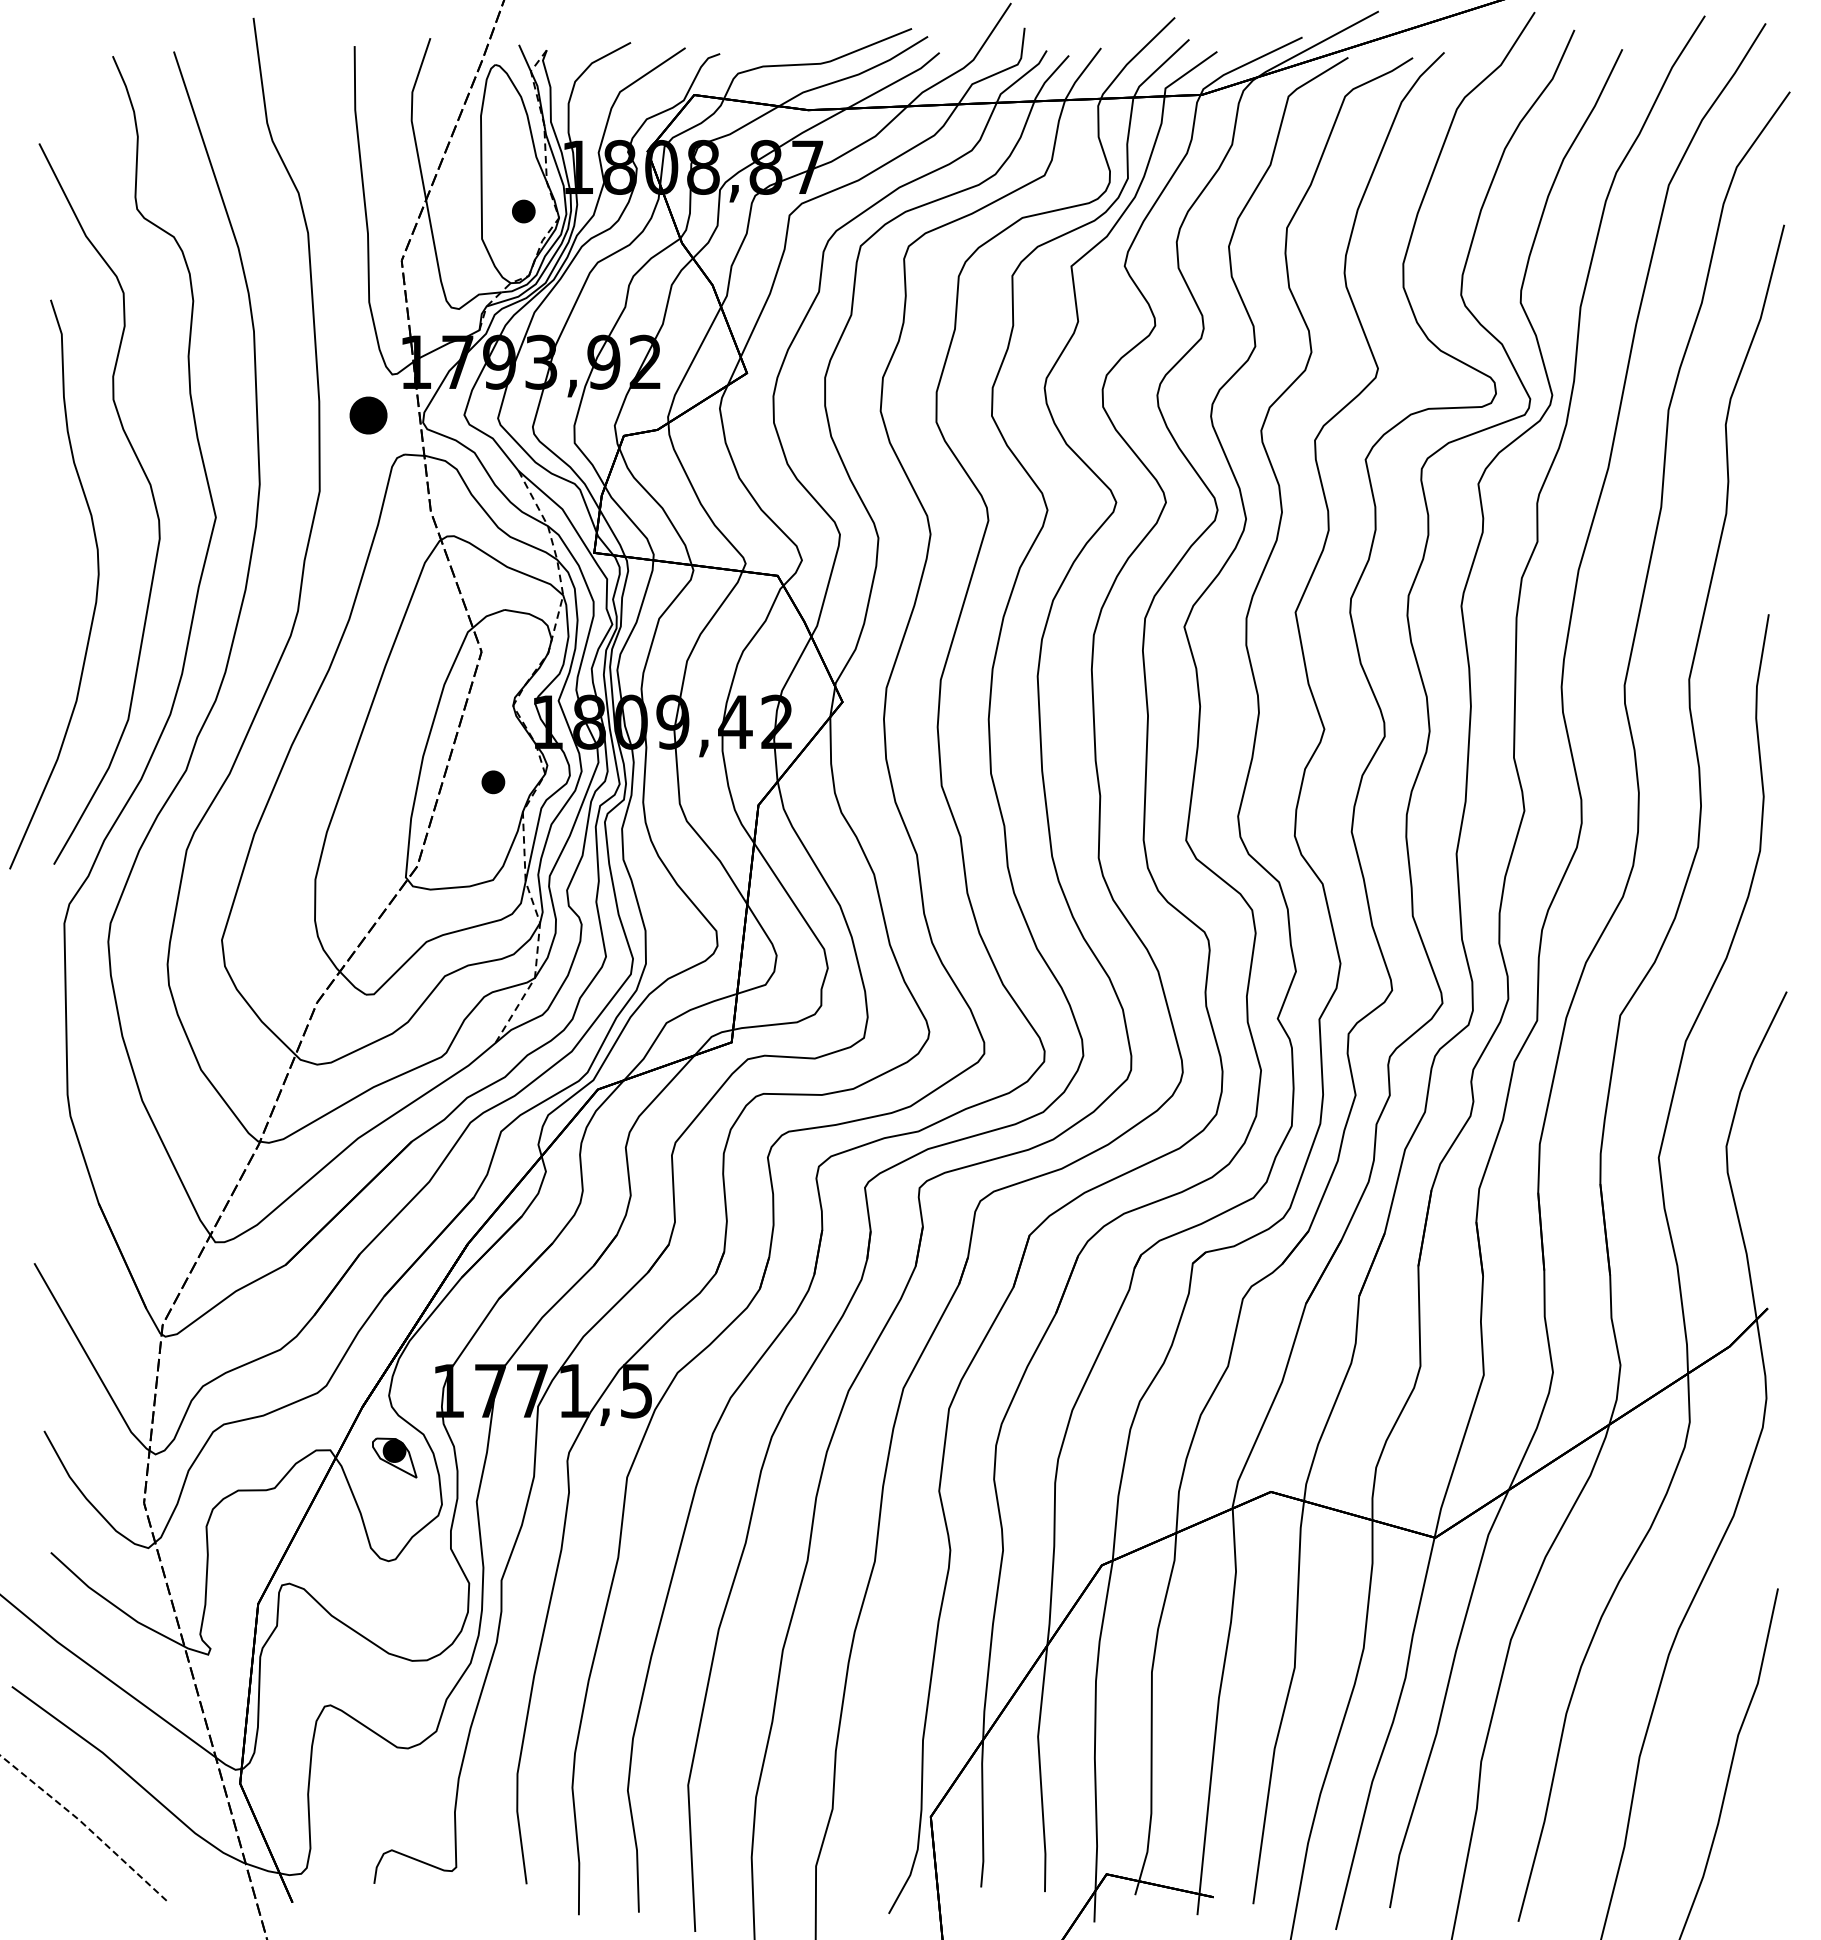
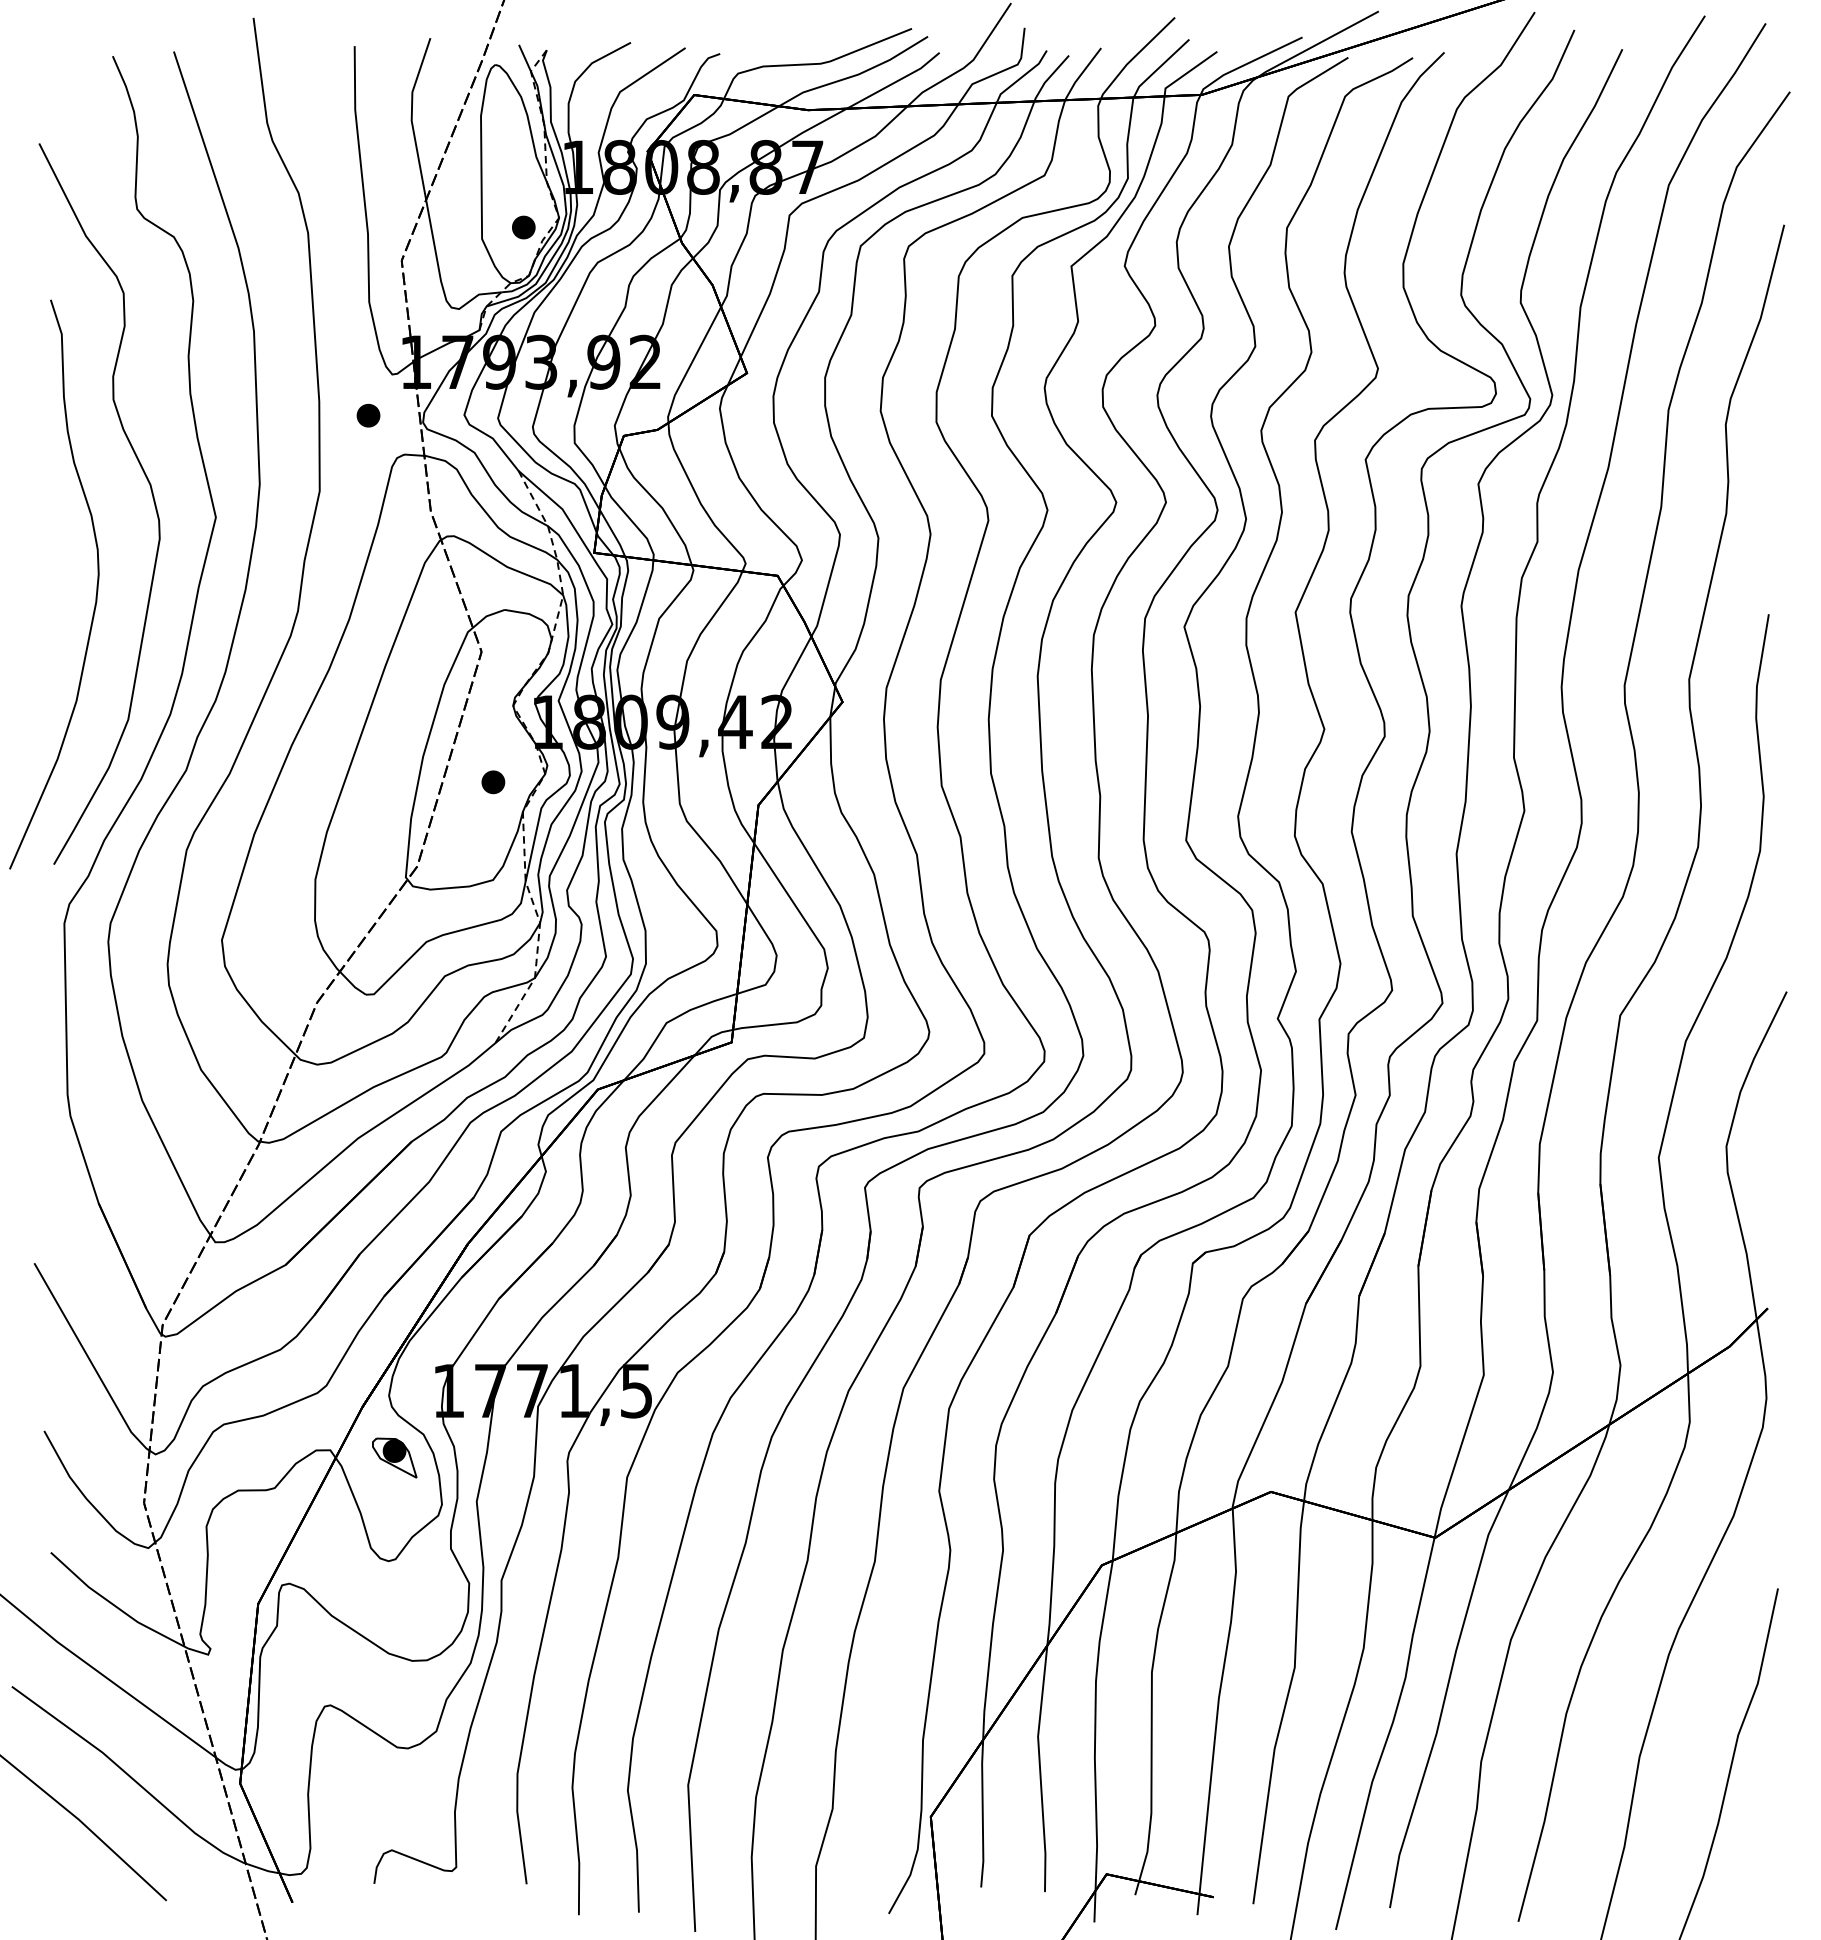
part at (523, 211) position: (523, 211) -> (523, 227)
part at (368, 415) size: 39x39 px -> 25x24 px
line at (85, 1825): dashed -> solid
